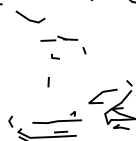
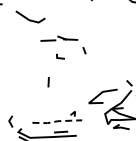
line at (55, 57) position: (55, 57) -> (60, 57)
line at (57, 121): solid -> dashed
